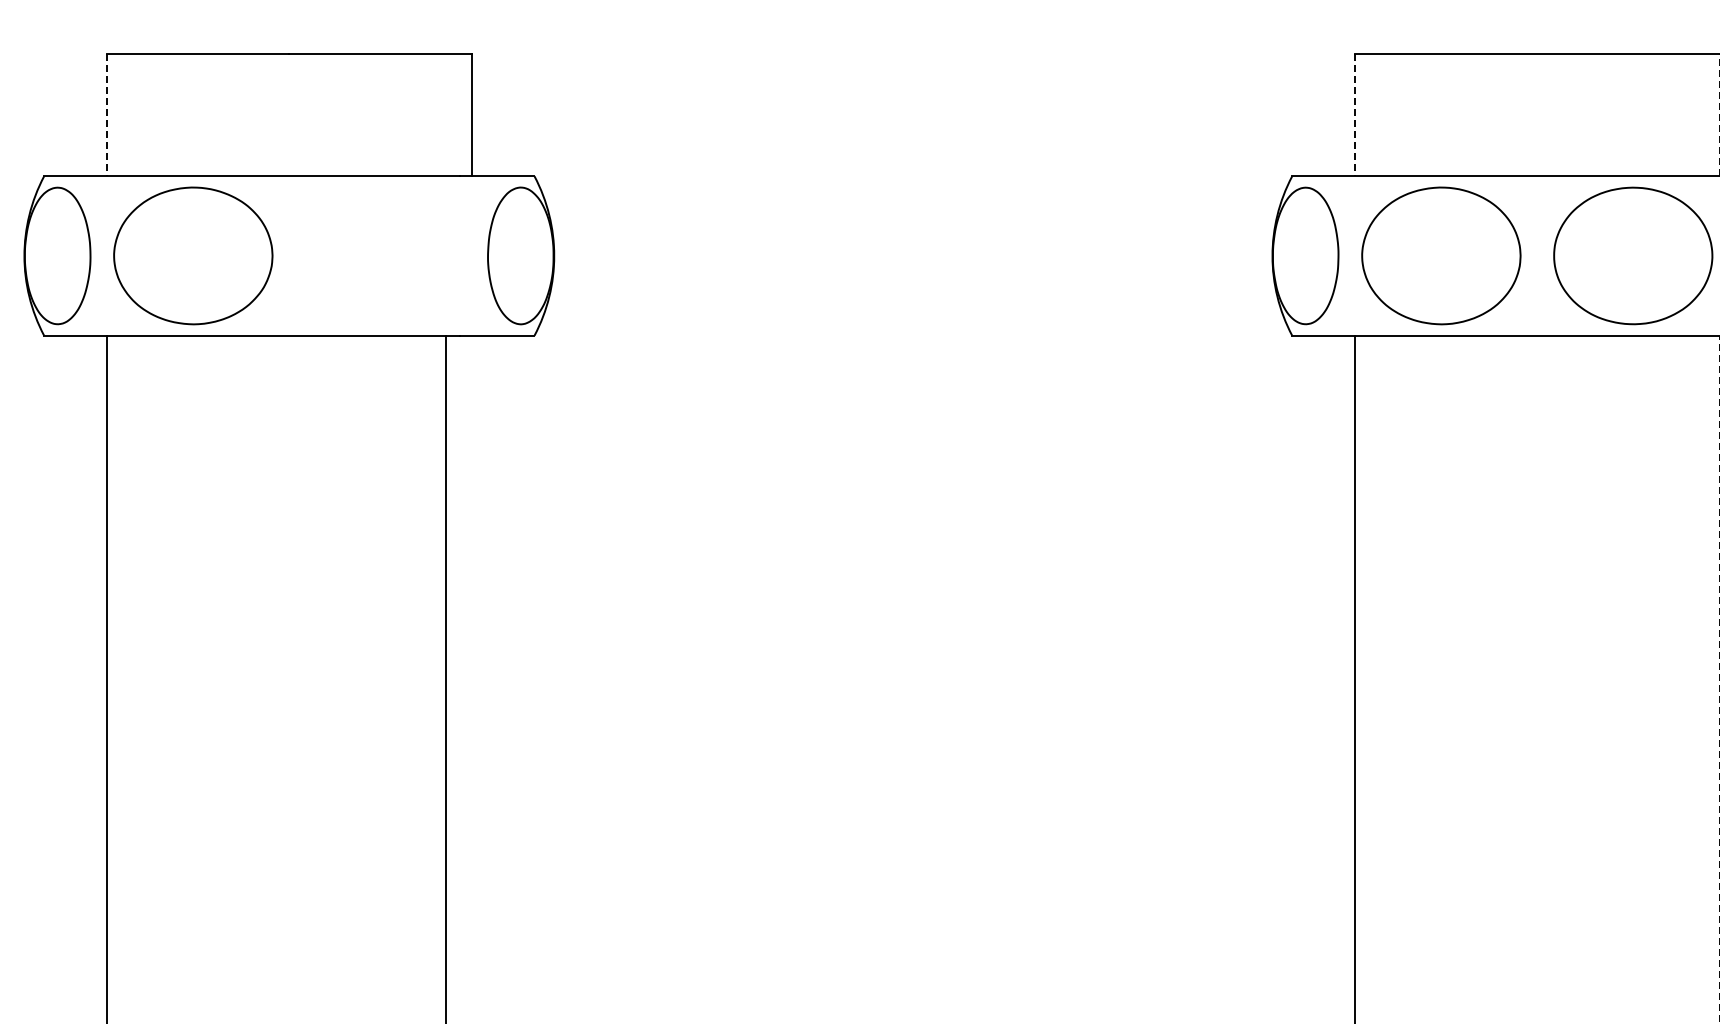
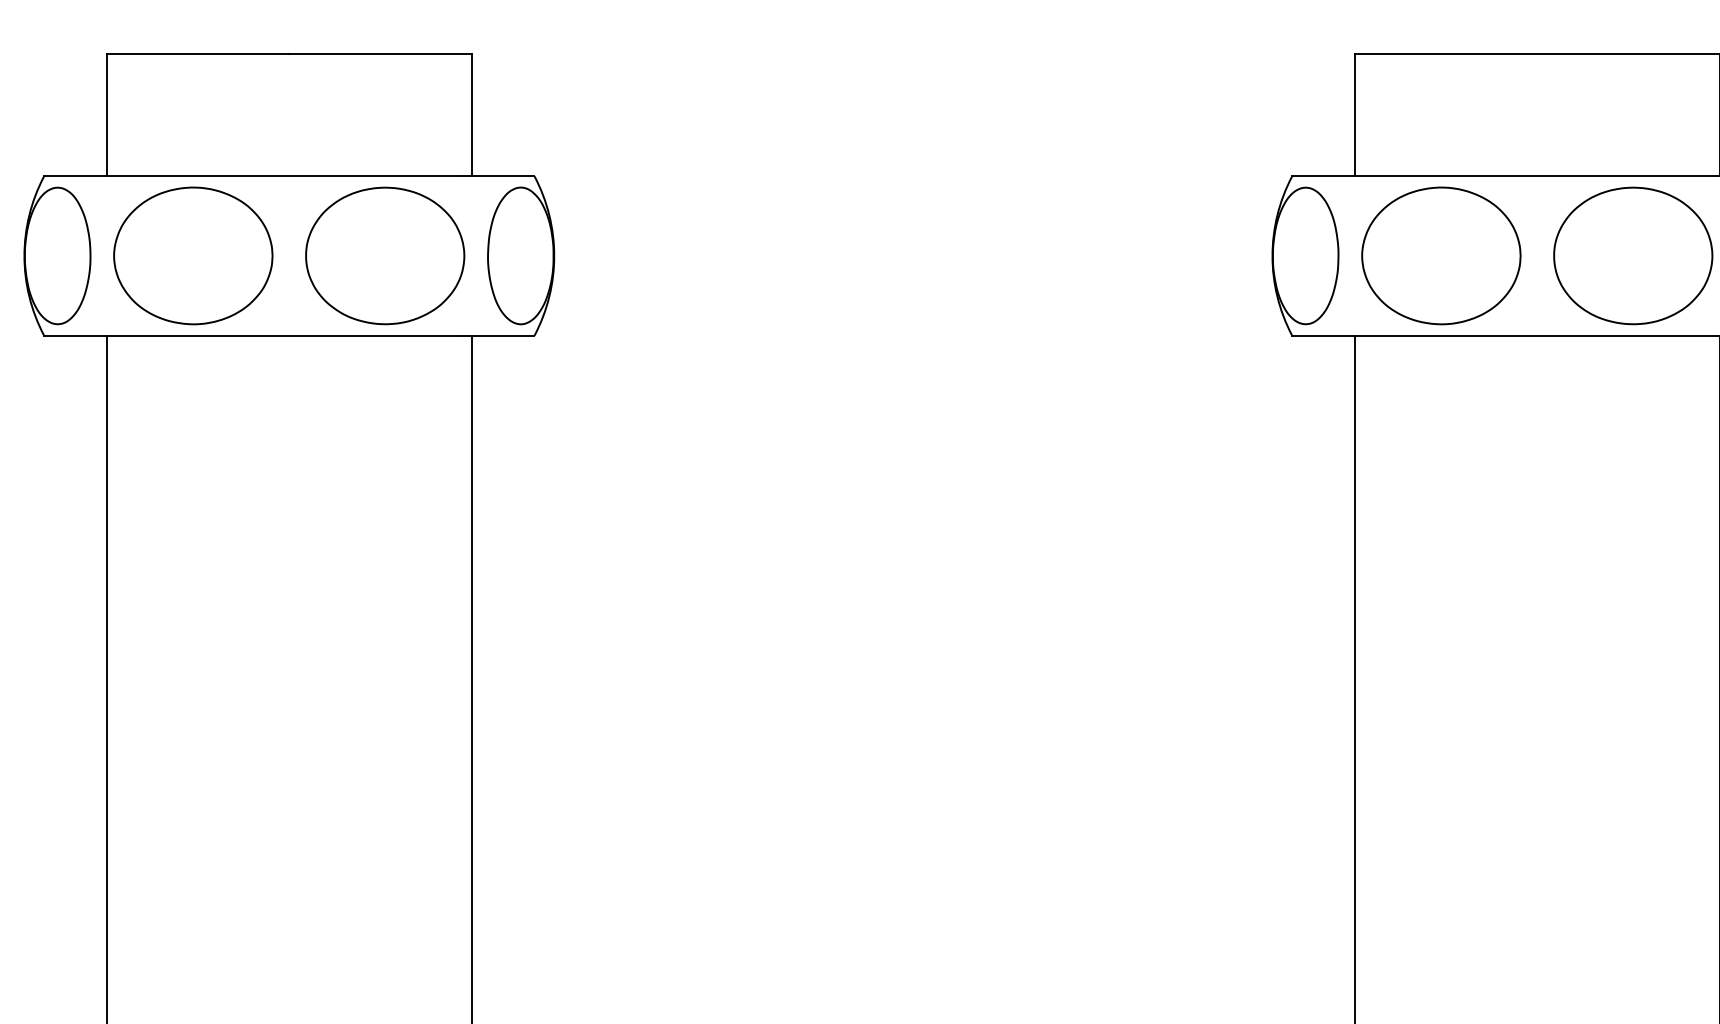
line at (106, 115): dashed -> solid
line at (1354, 115): dashed -> solid
line at (1719, 115): dashed -> solid
part at (385, 255): none -> present
line at (445, 677) position: (445, 677) -> (471, 677)
line at (1719, 679): dashed -> solid
